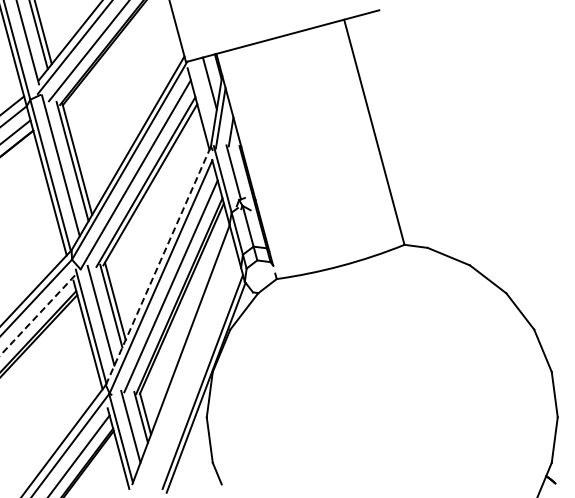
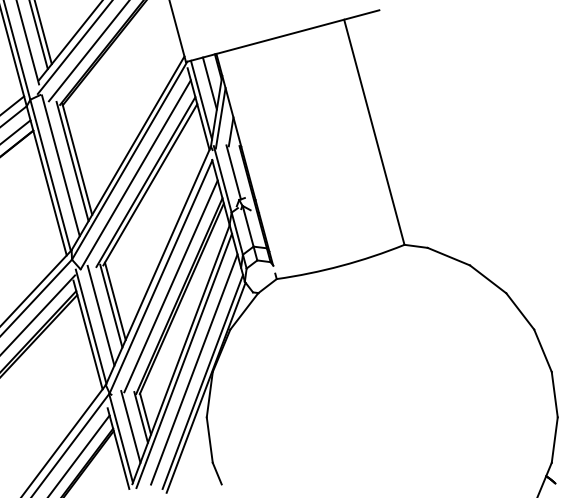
line at (201, 99): none -> present
line at (158, 265): dashed -> solid
line at (37, 315): dashed -> solid
line at (184, 360): none -> present
line at (194, 369): none -> present
